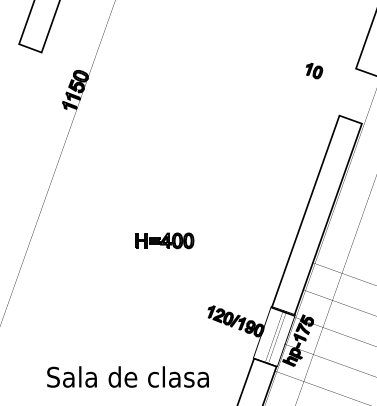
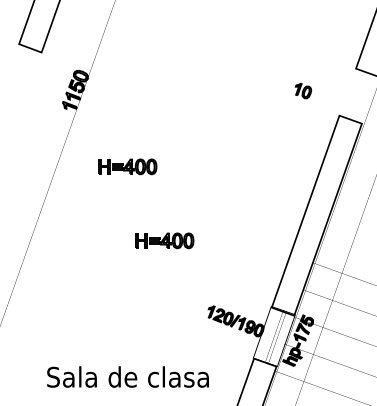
part at (314, 70) position: (314, 70) -> (303, 90)
part at (127, 166): none -> present
